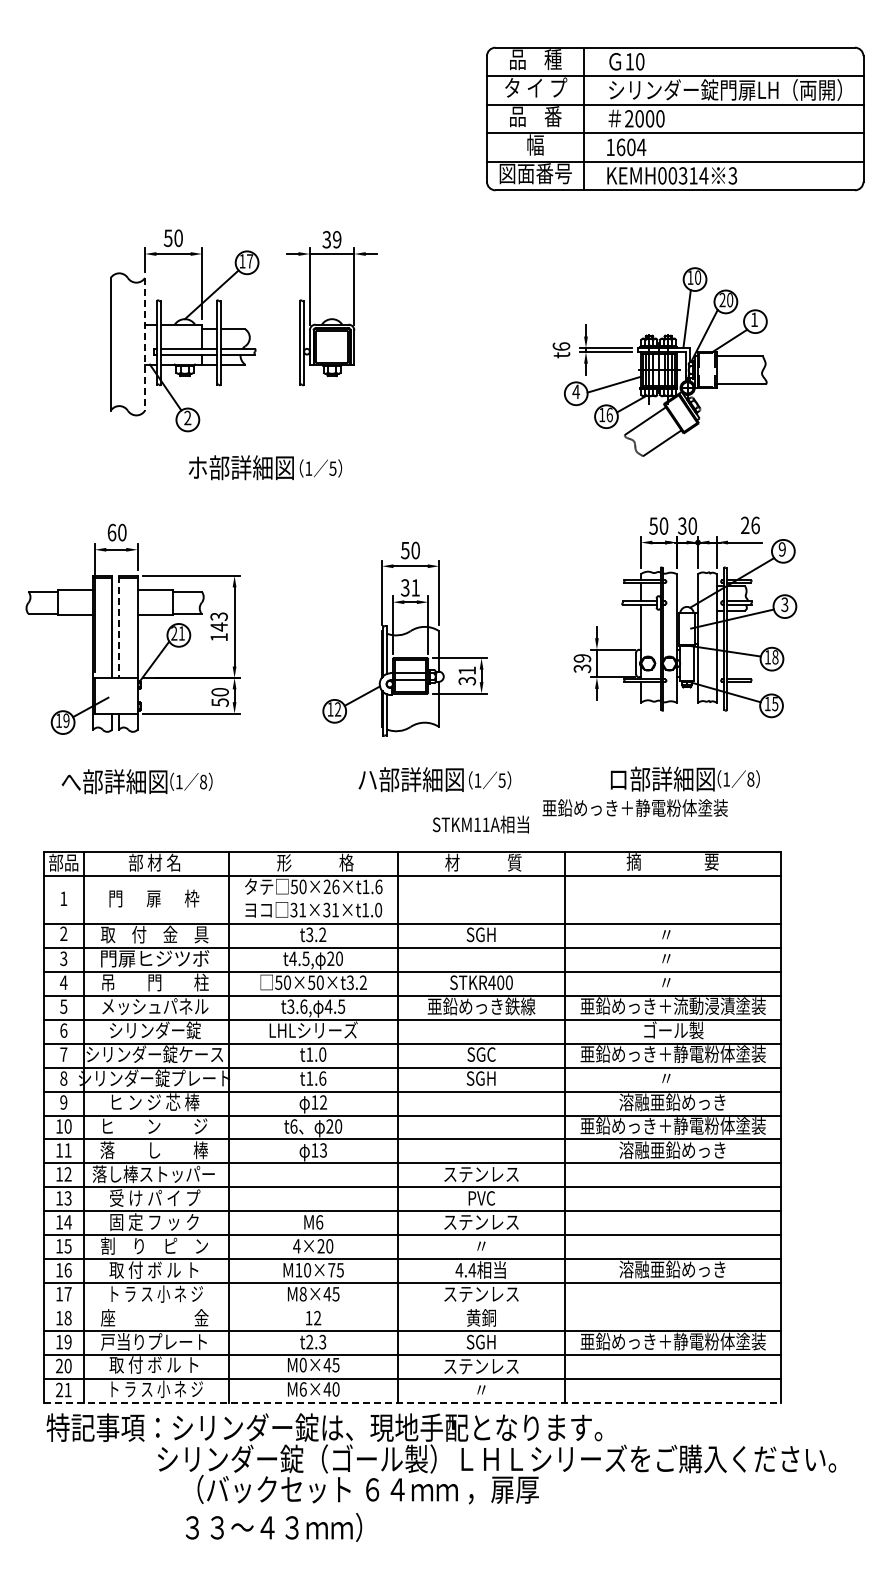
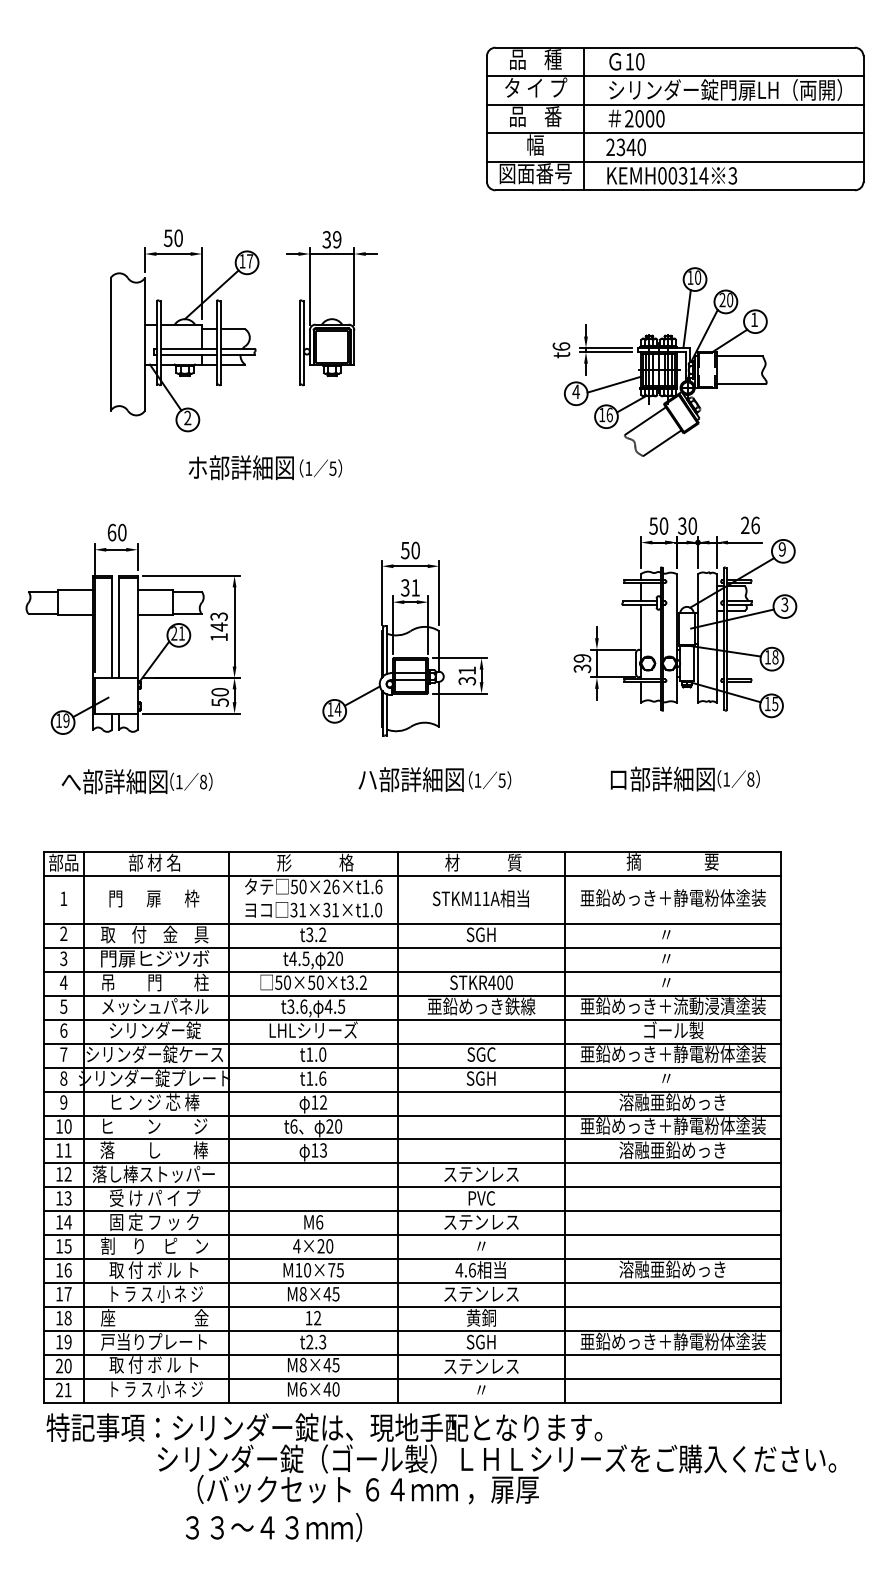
text at (626, 147): 1604 -> 2340
line at (145, 344): dashed -> solid
line at (119, 626): dashed -> solid
text at (337, 709): 12 -> 14
text at (634, 807) position: (634, 807) -> (672, 897)
text at (480, 824) position: (480, 824) -> (480, 898)
text at (472, 1270): 4.4 -> 4.6
line at (412, 1307): none -> present
text at (302, 1365): M0×45 -> M8×45
line at (412, 1403): dashed -> solid
